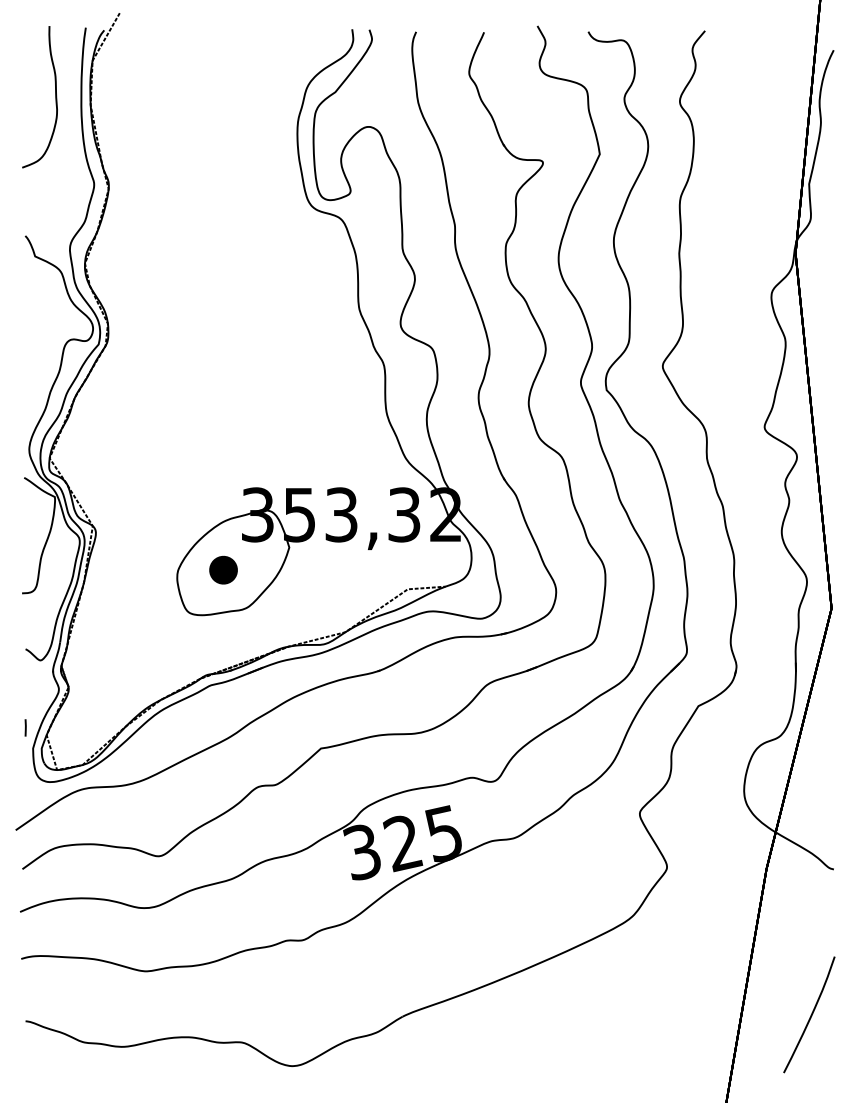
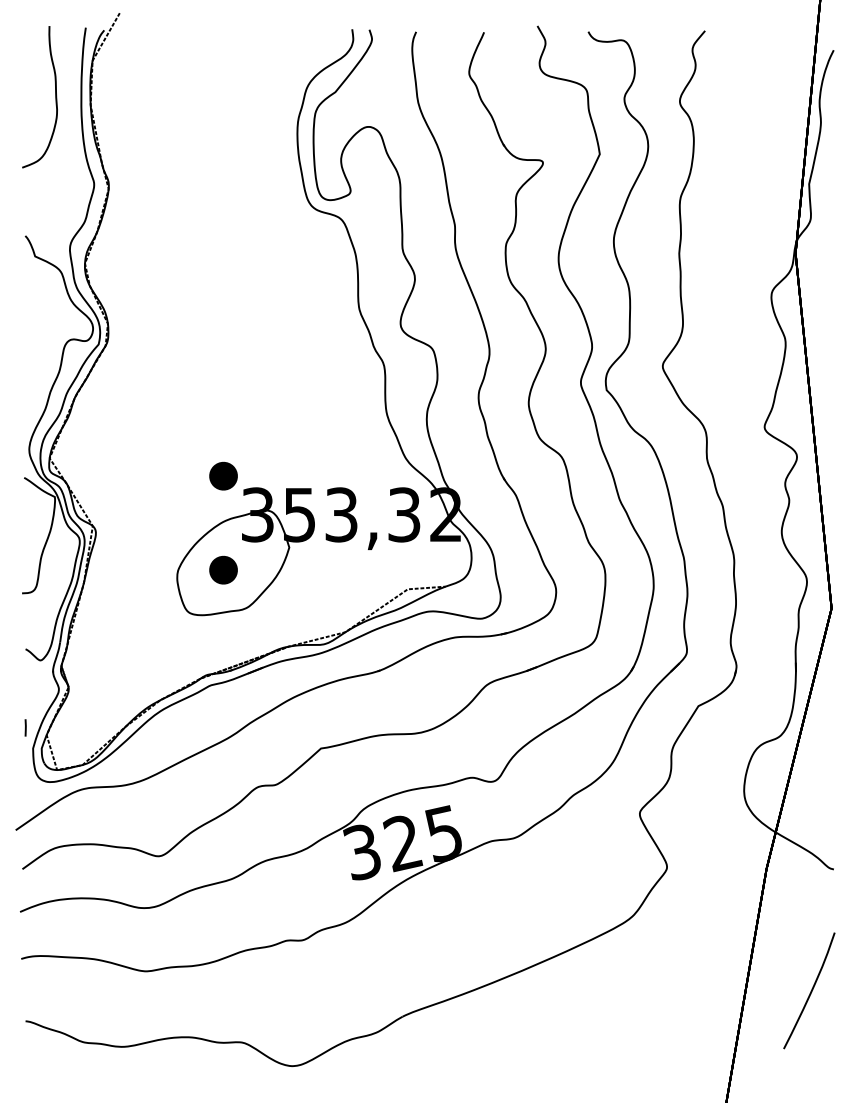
part at (223, 475): none -> present
curve at (810, 1015) position: (810, 1015) -> (810, 991)
